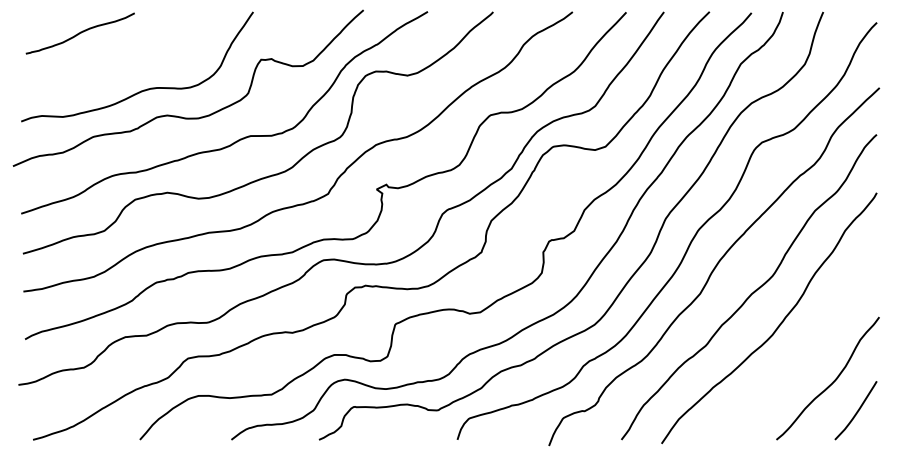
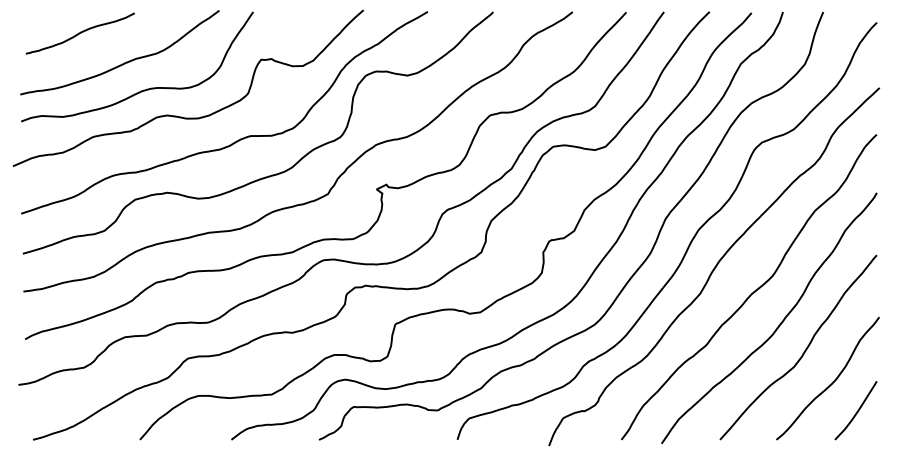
curve at (124, 62): none -> present
curve at (803, 351): none -> present
